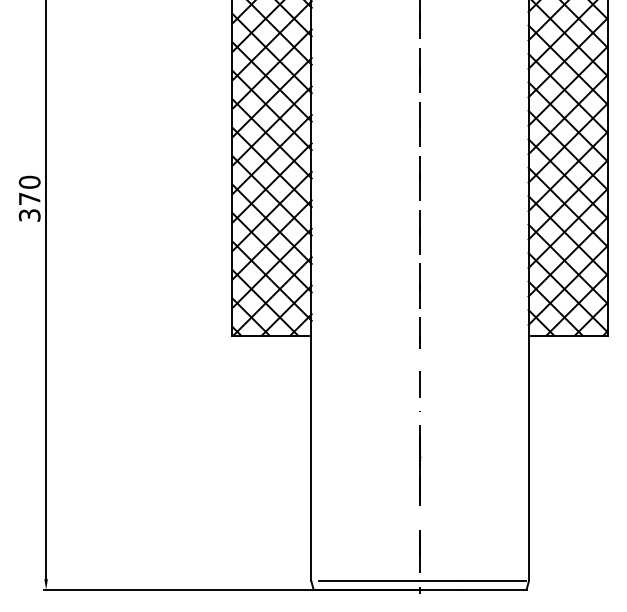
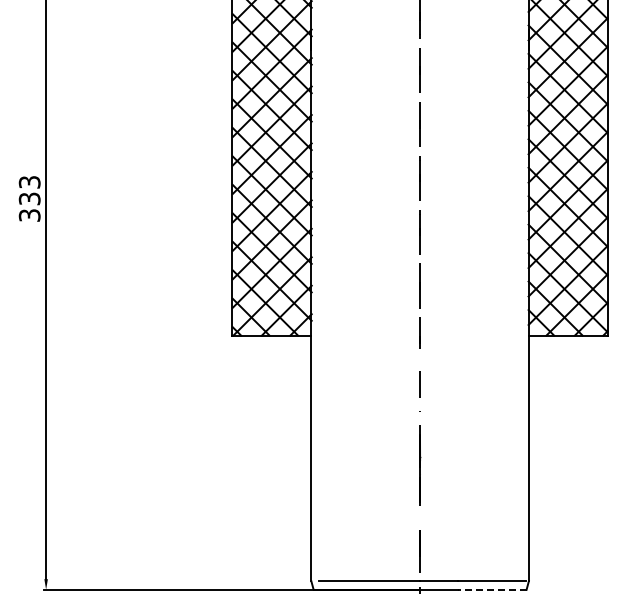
text at (29, 190): 370 -> 333
line at (491, 589): solid -> dashed
